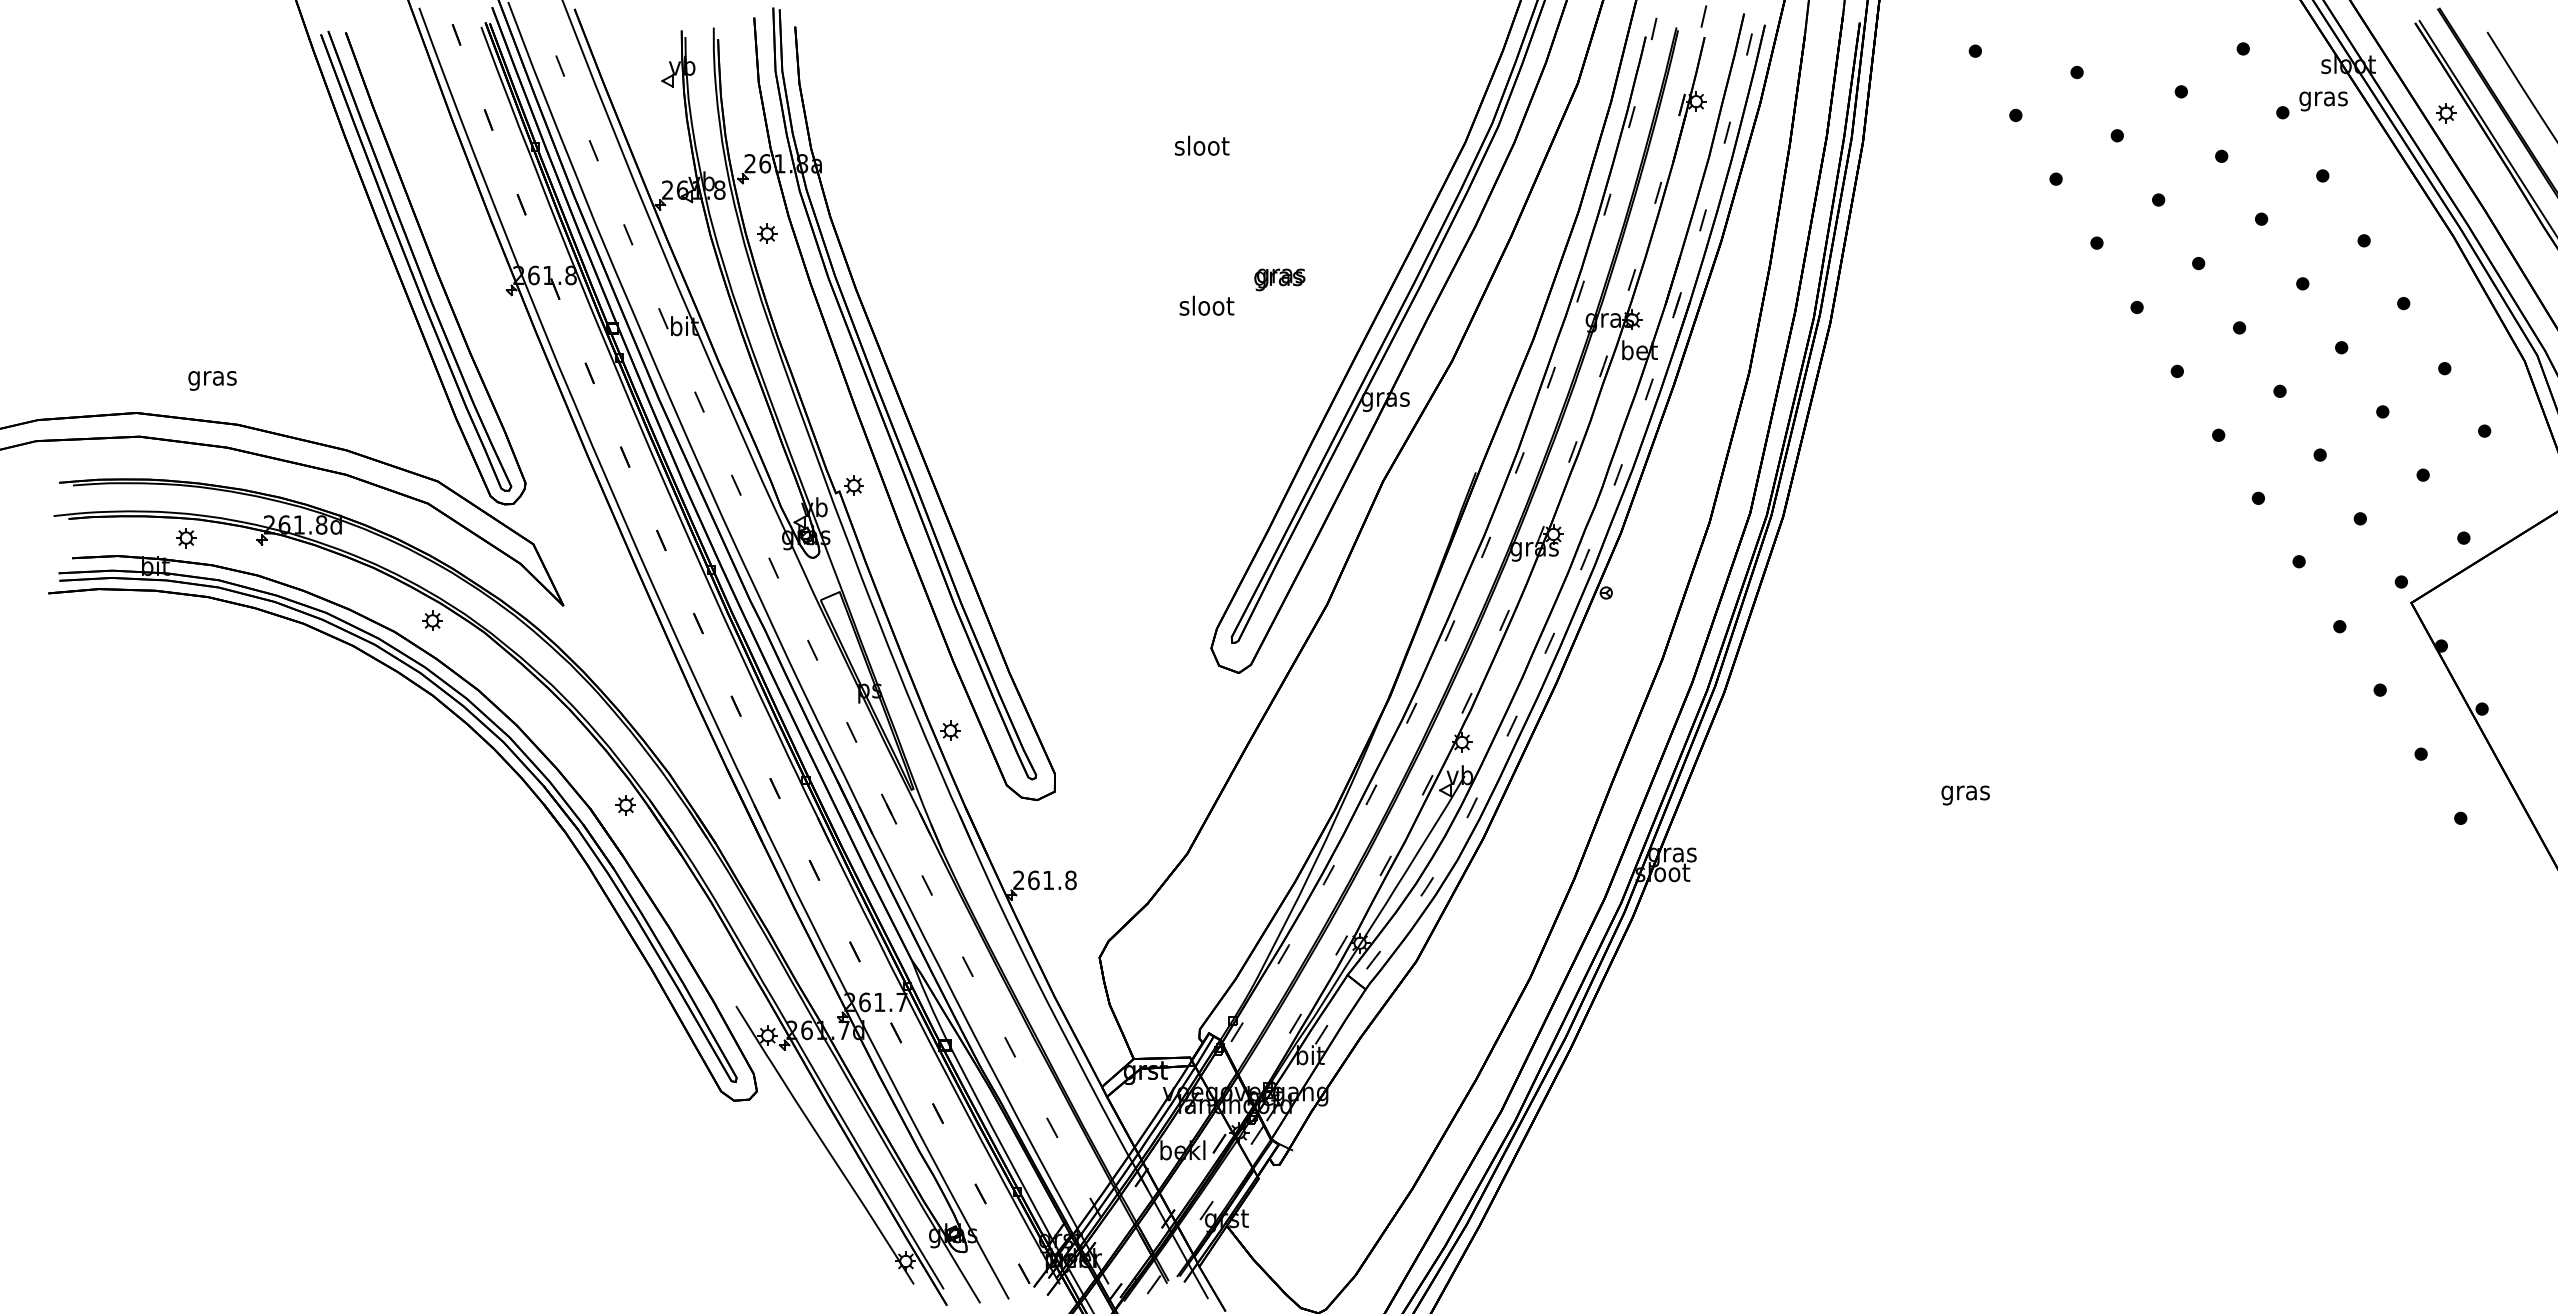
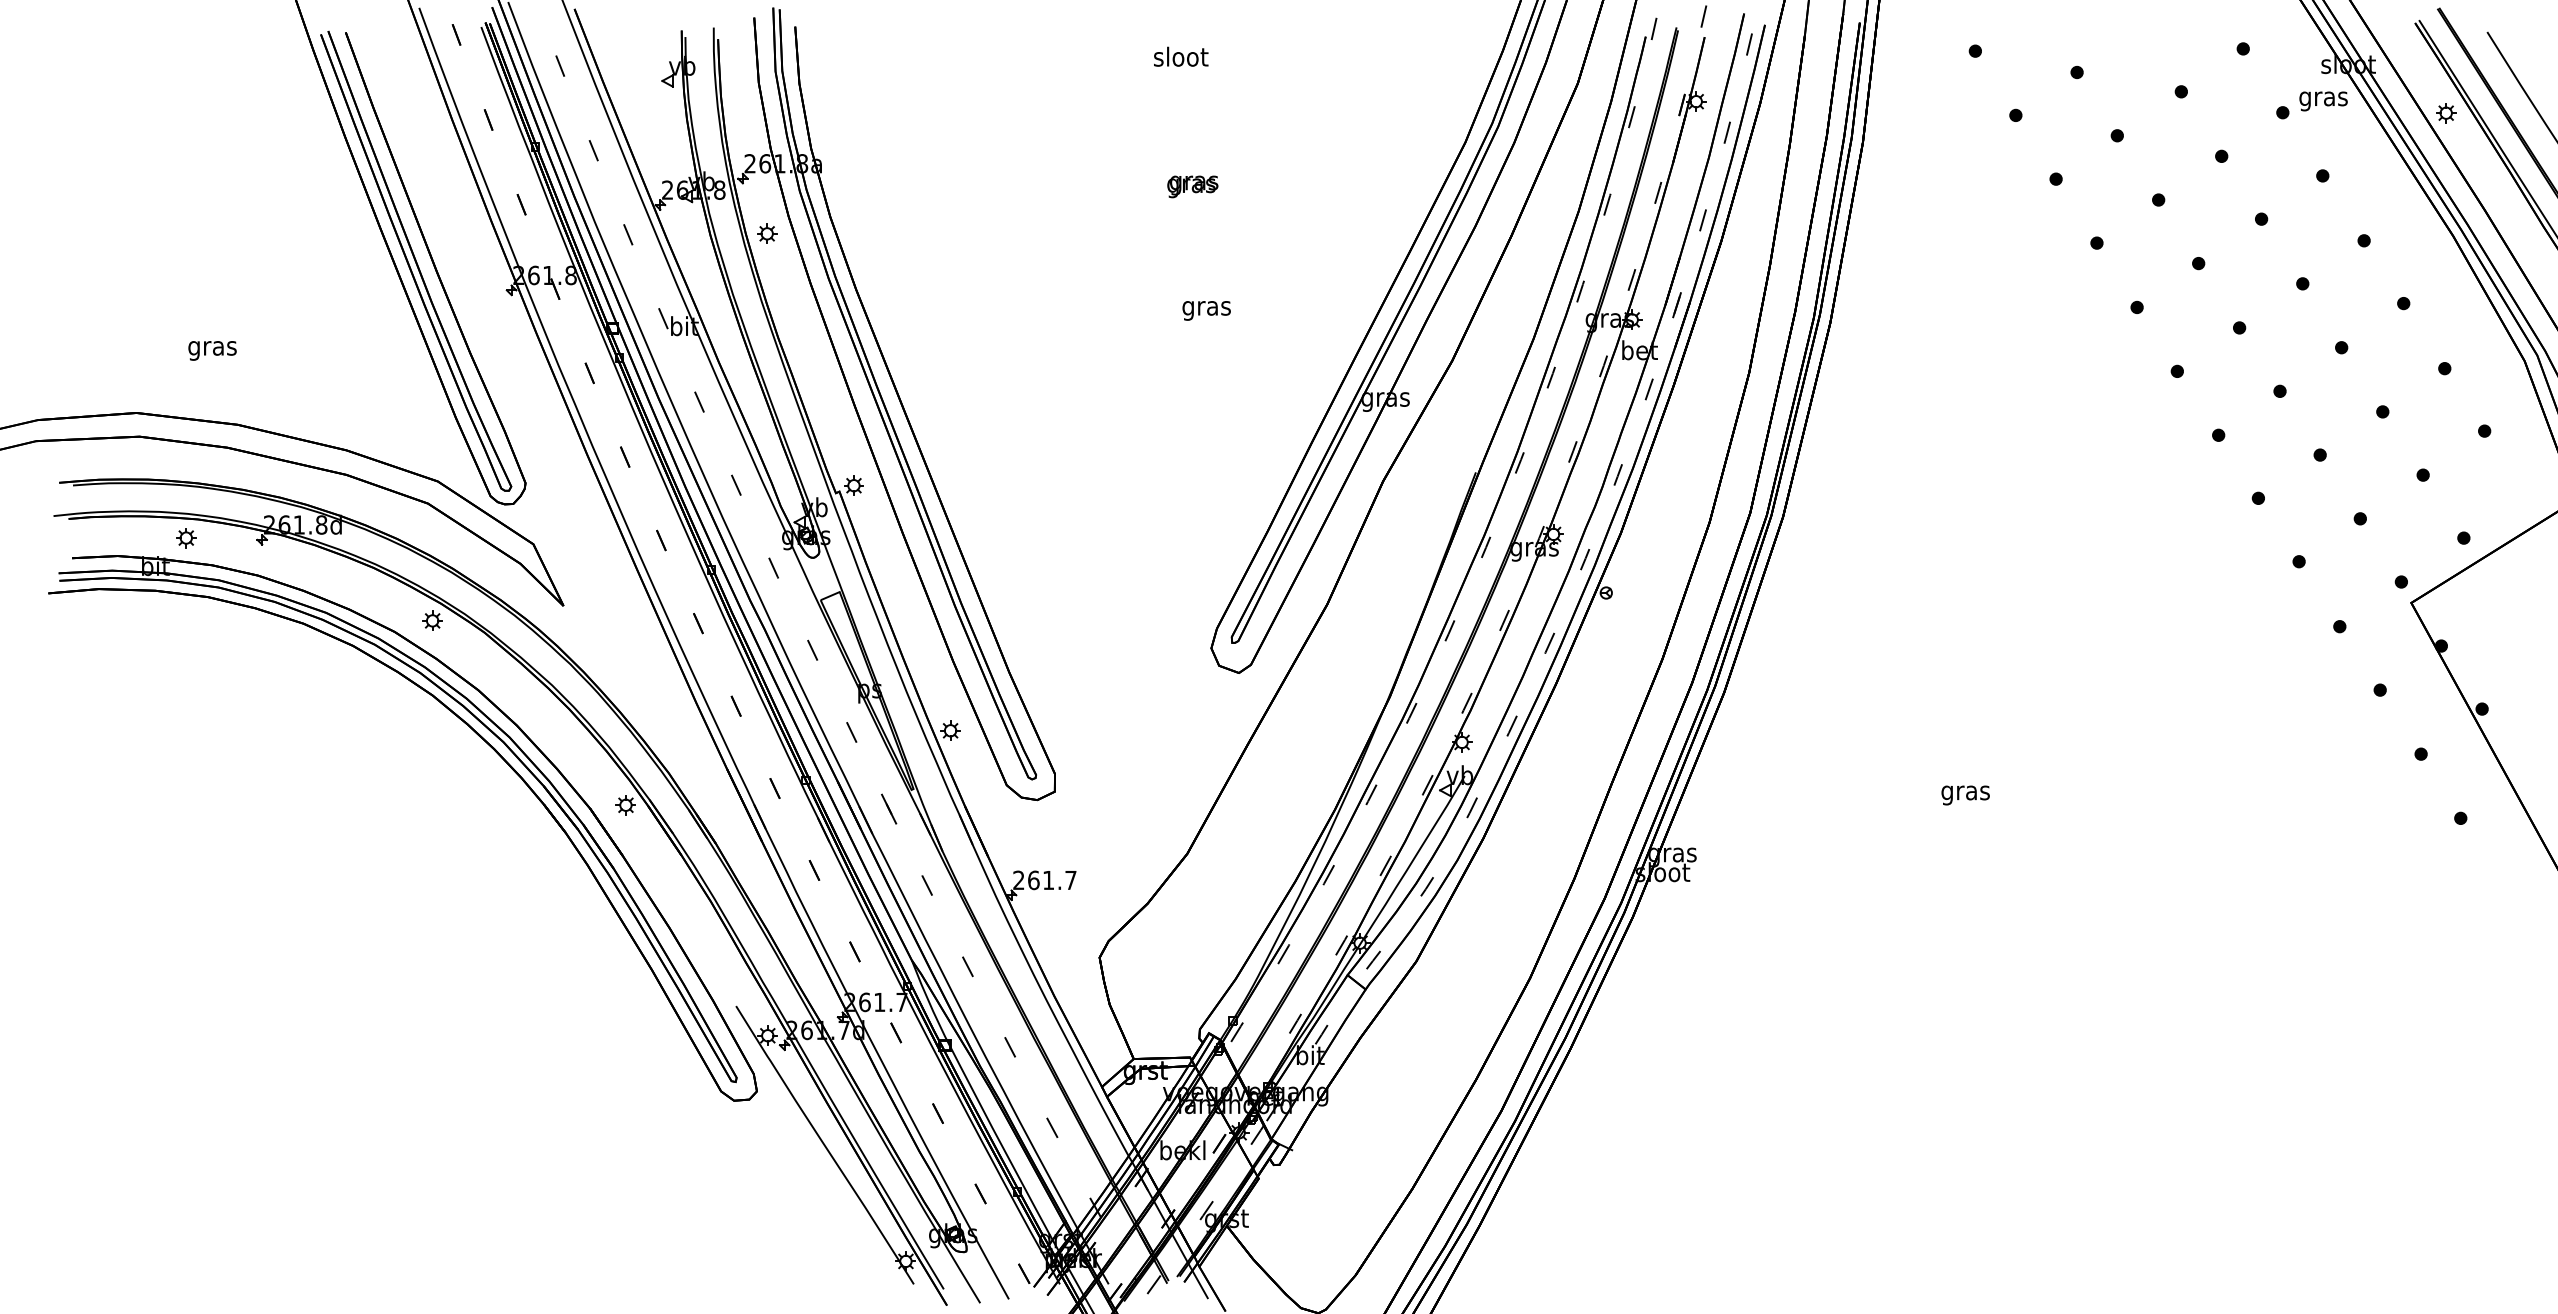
text at (1202, 145) position: (1202, 145) -> (1181, 56)
text at (1279, 279) position: (1279, 279) -> (1192, 186)
text at (1206, 307): sloot -> gras
text at (212, 380) position: (212, 380) -> (212, 350)
text at (1070, 880): 261.8 -> 261.7
